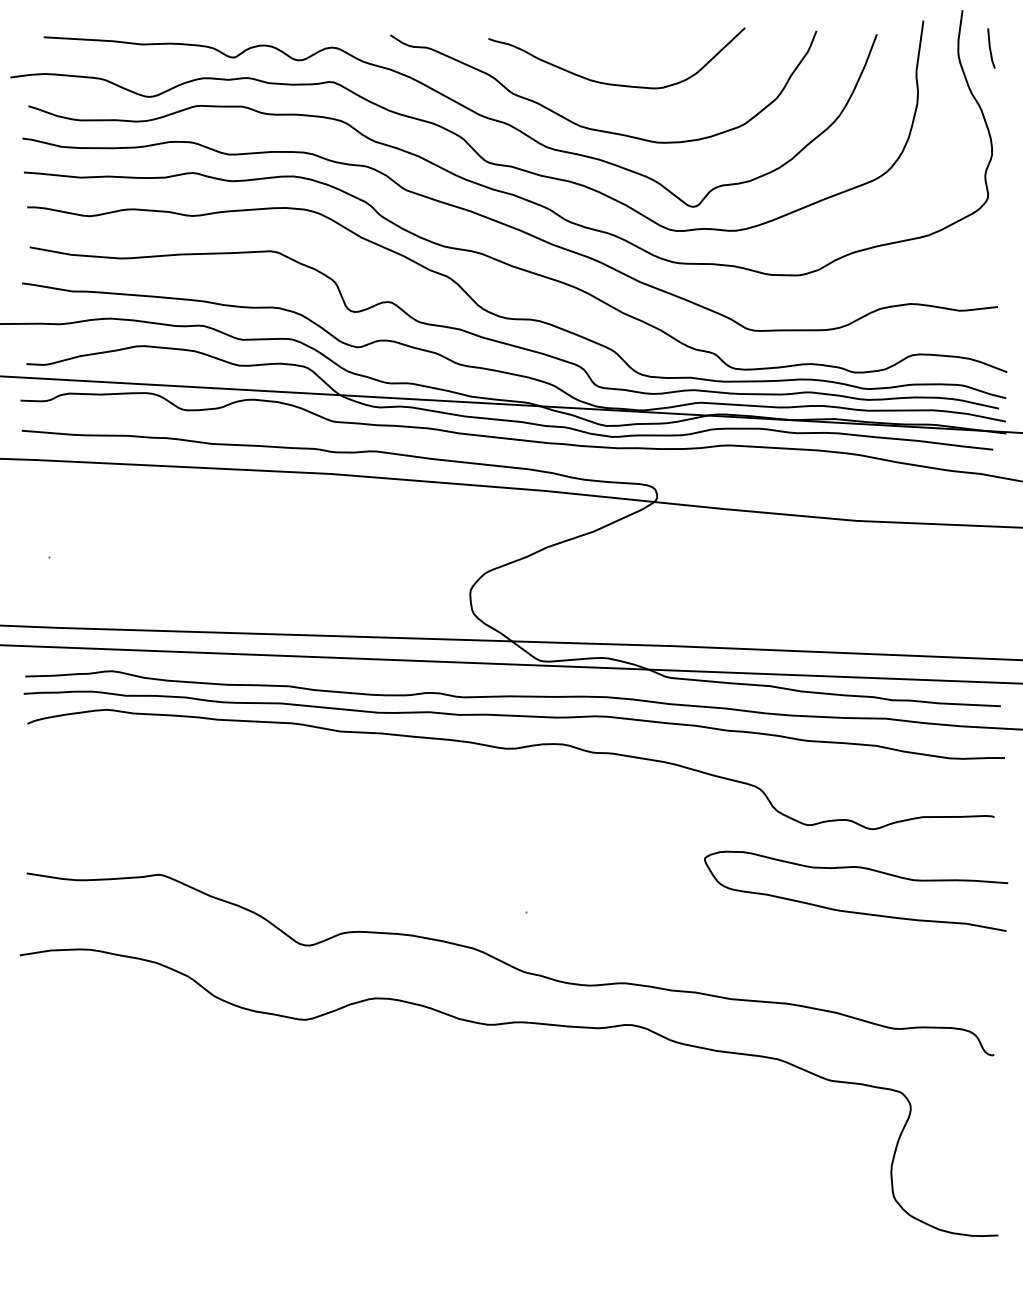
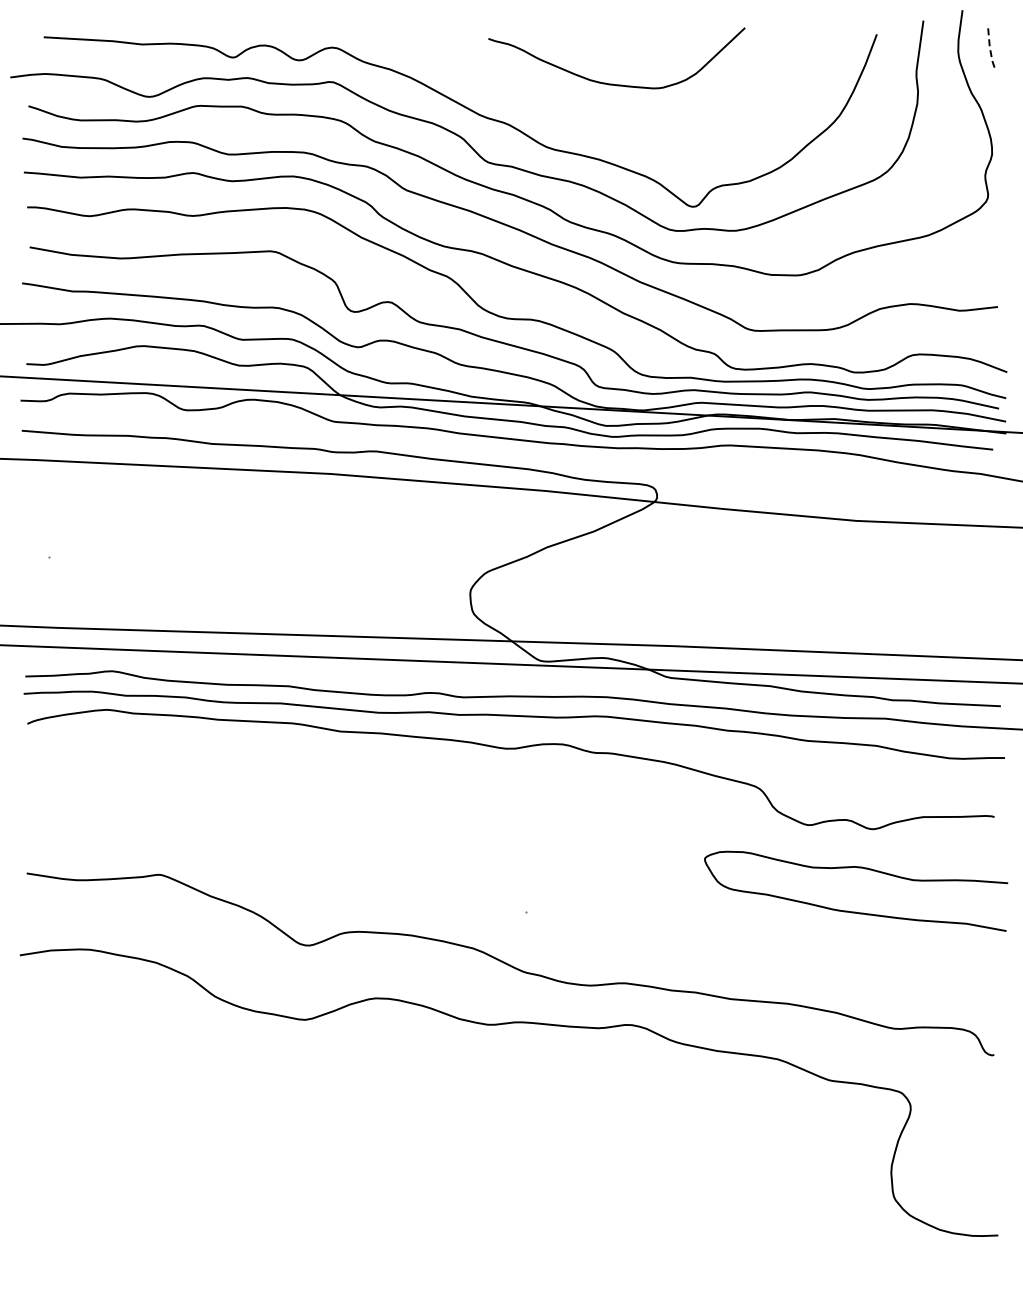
line at (990, 49): solid -> dashed
curve at (594, 128): present -> none
